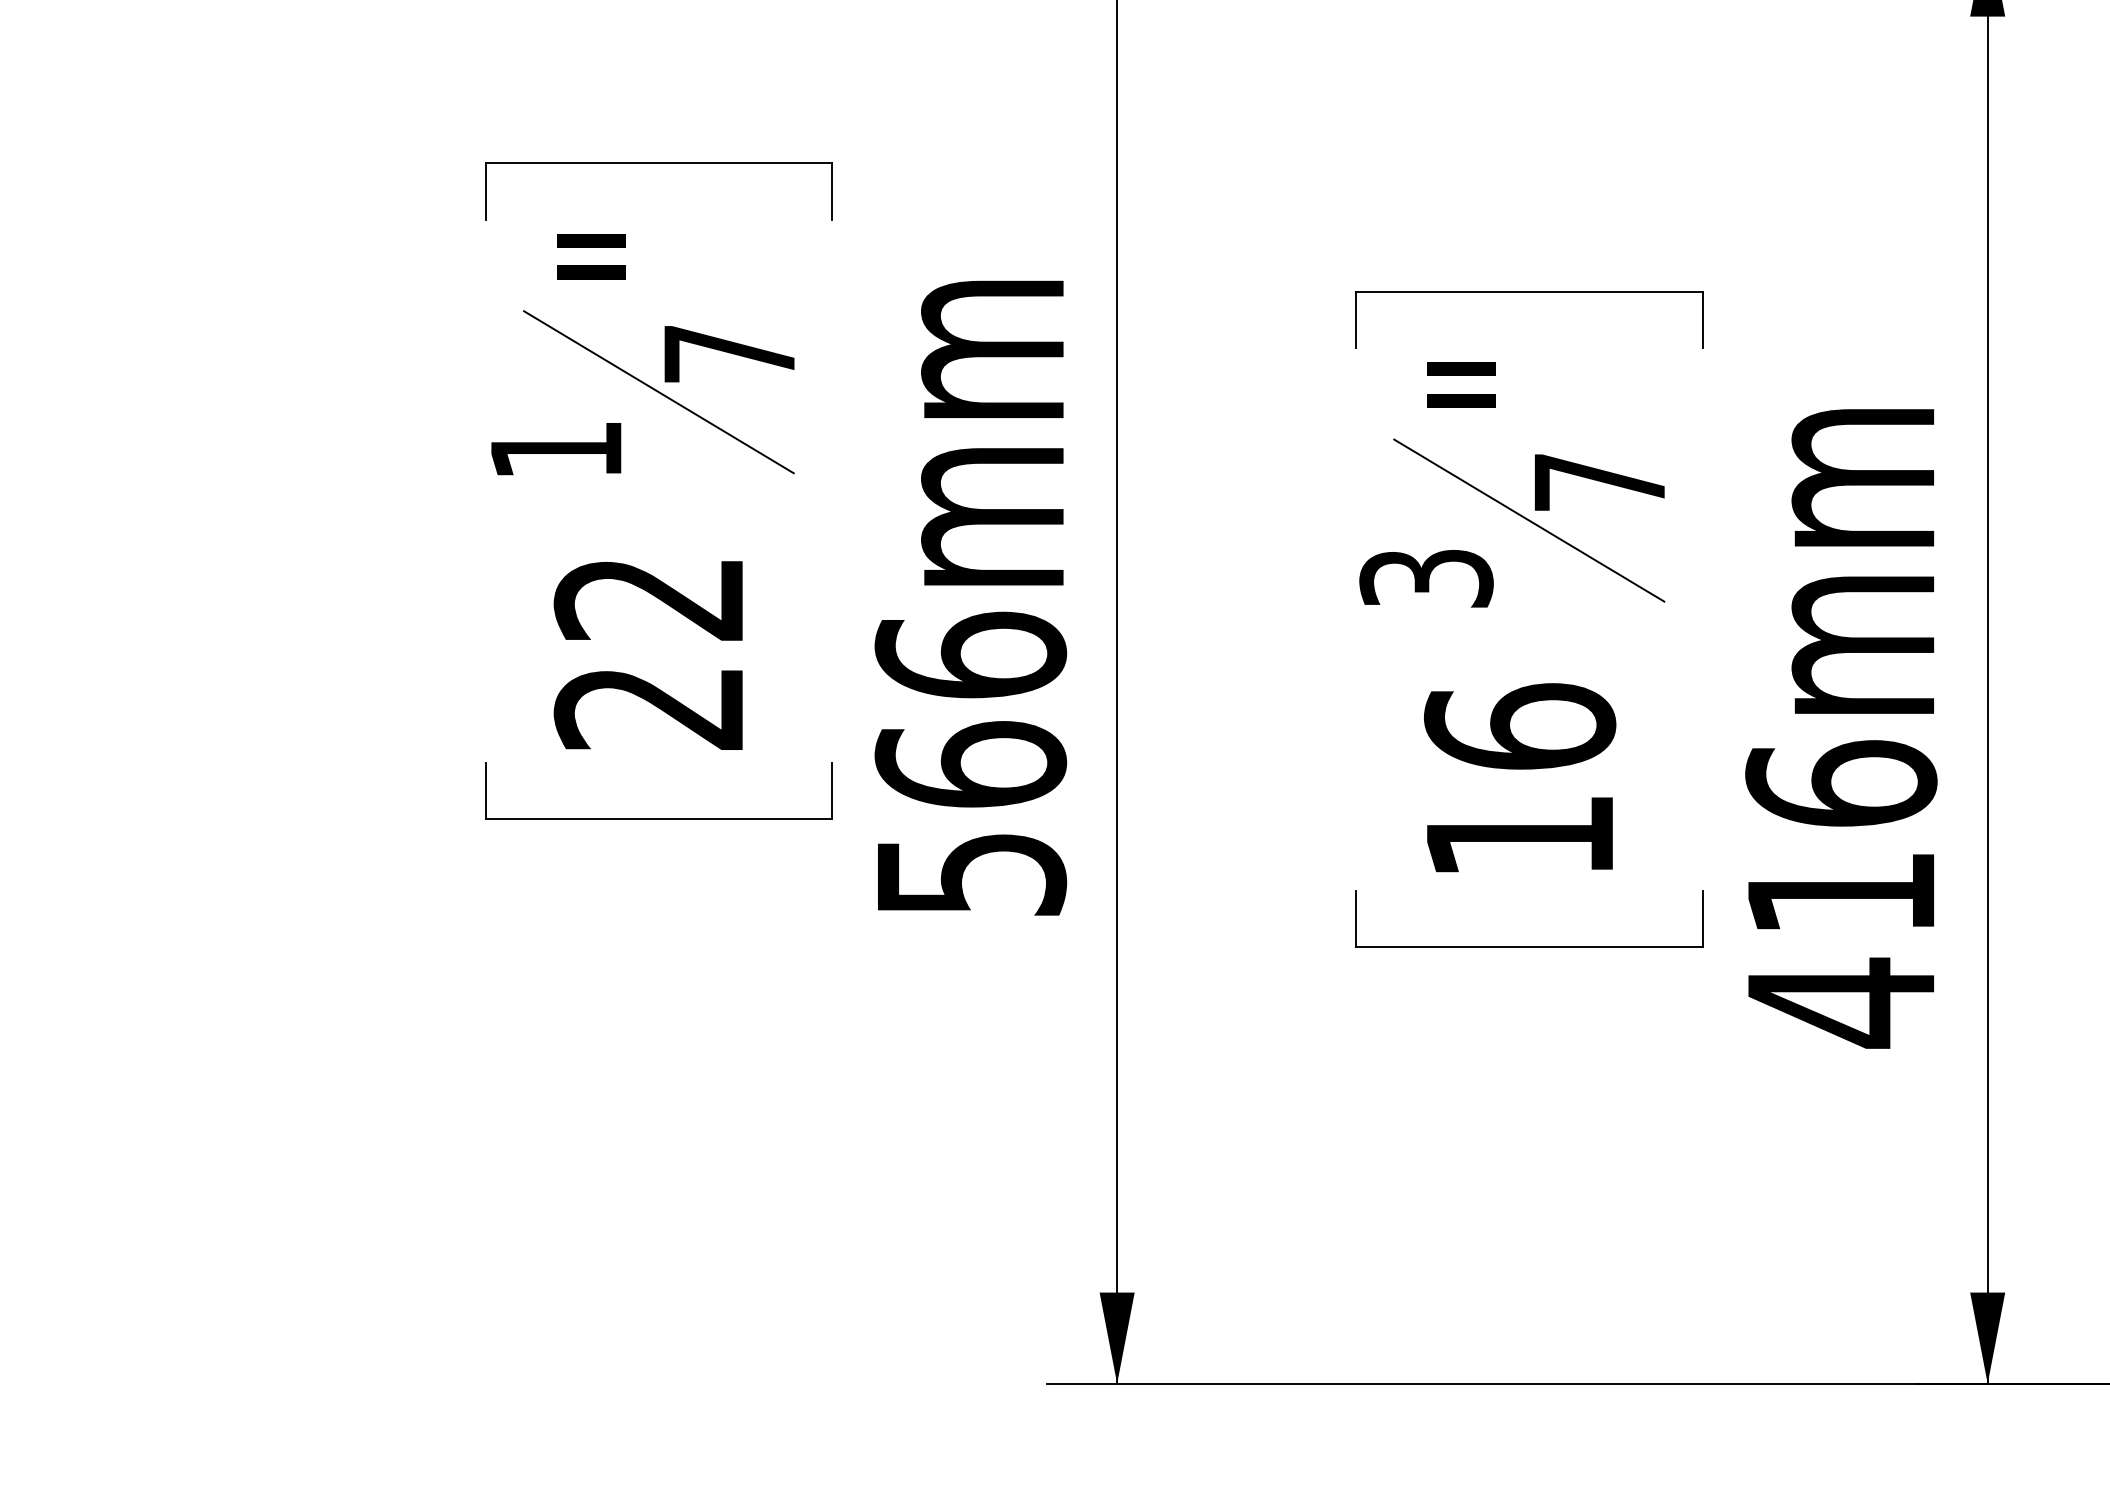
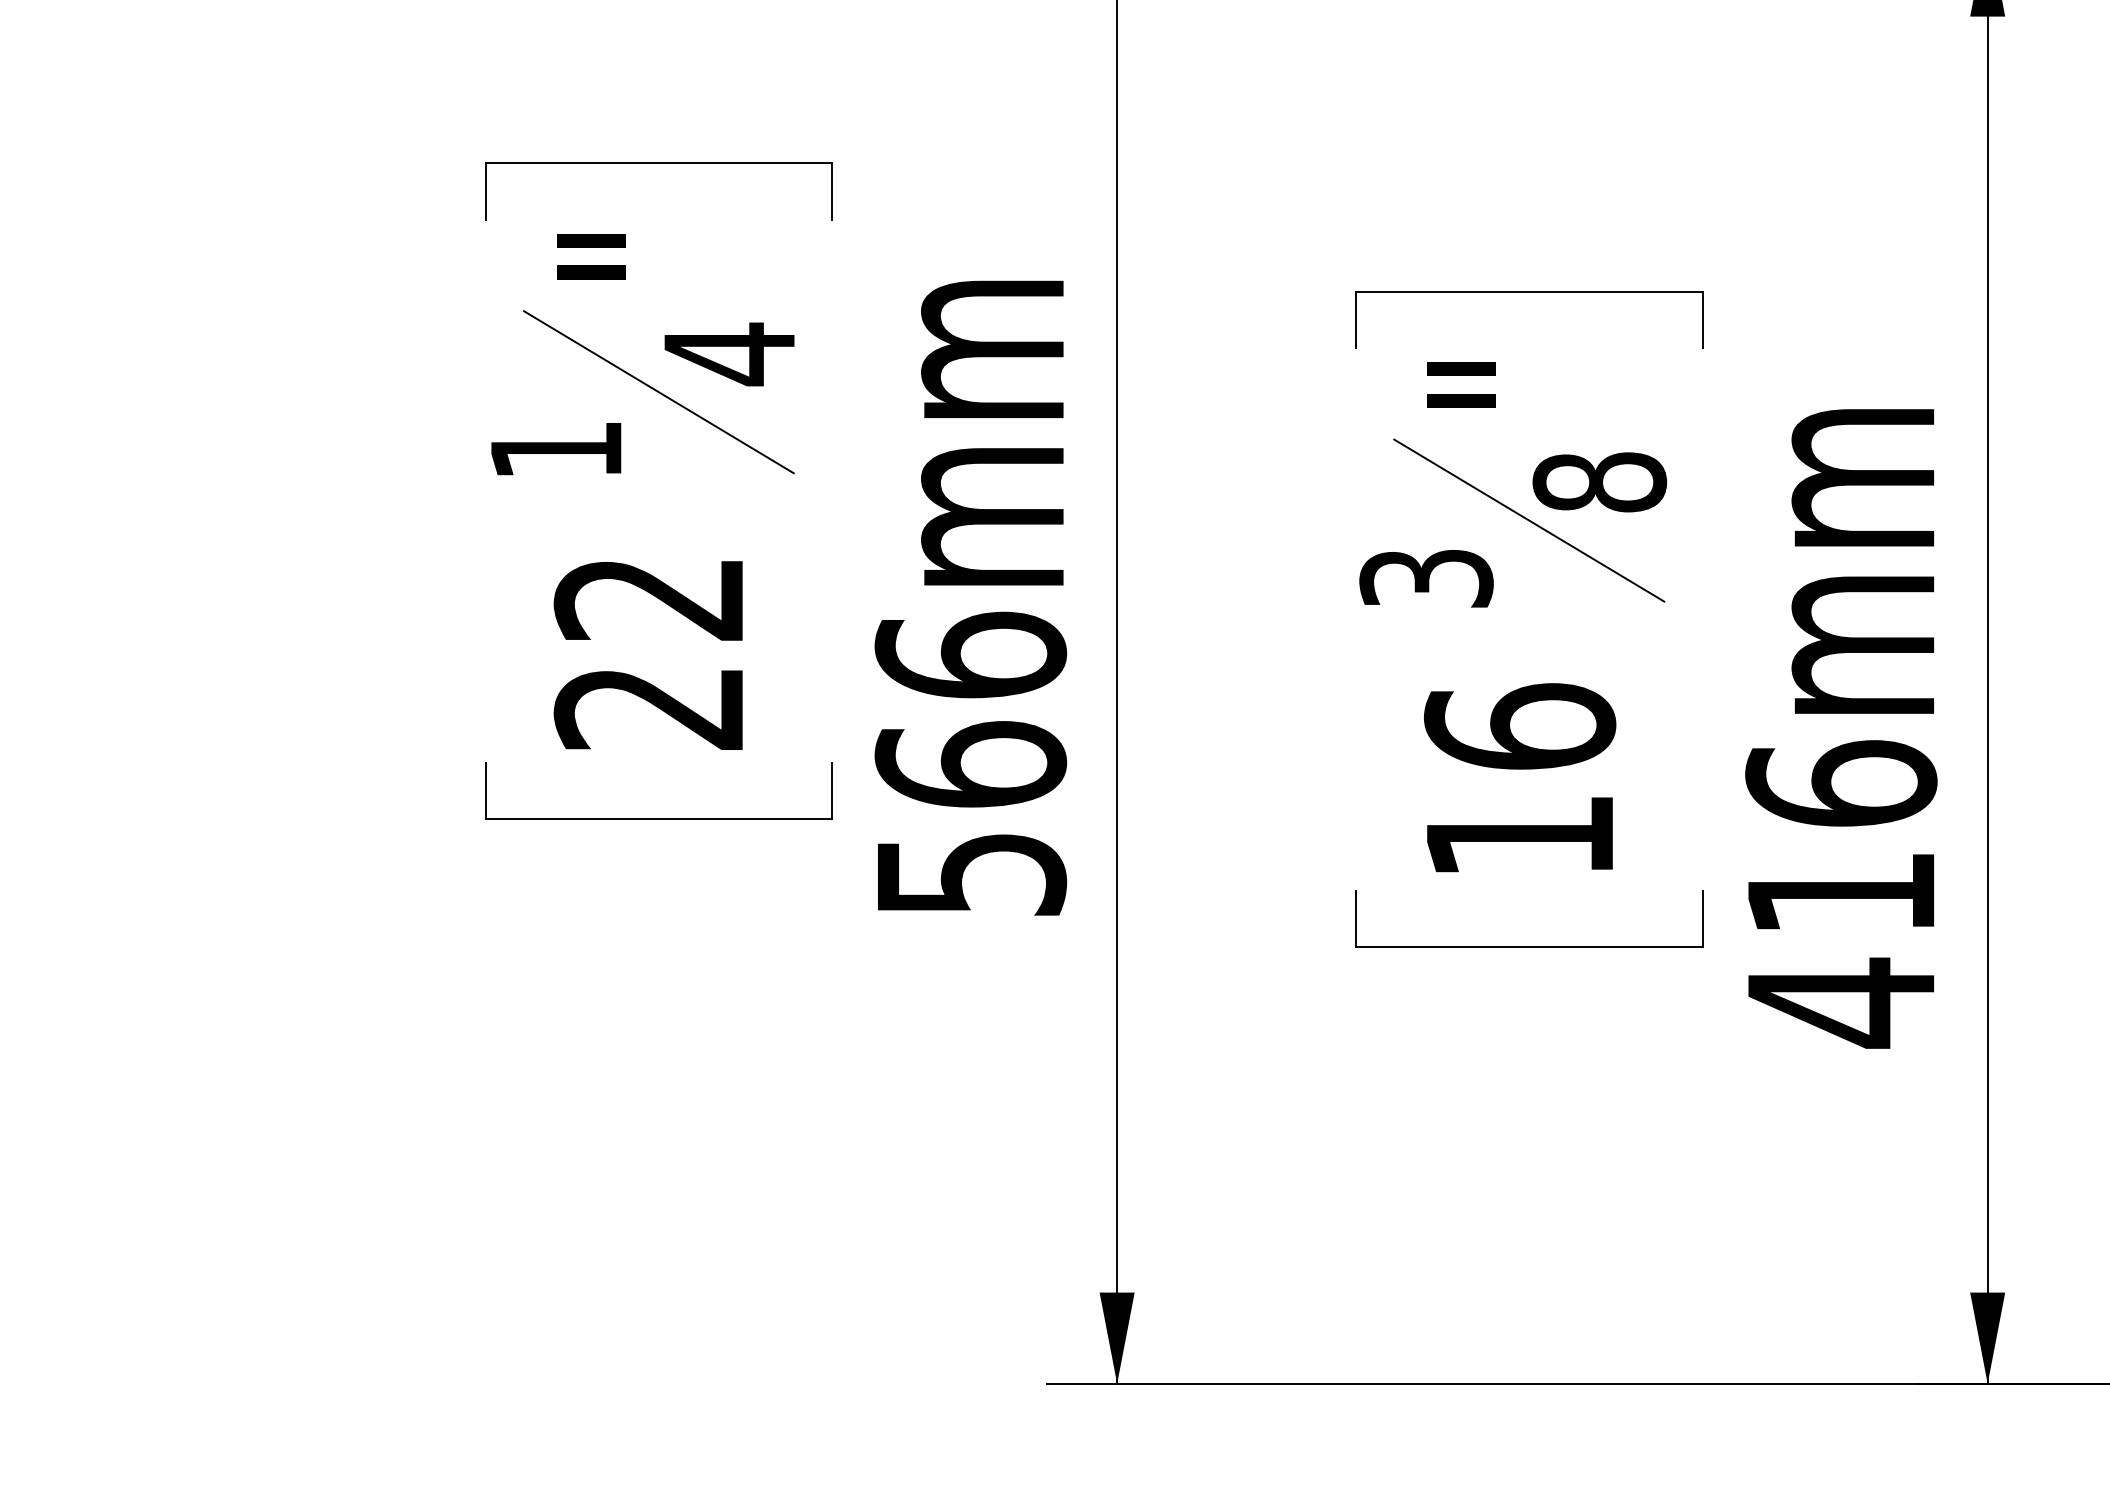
text at (729, 354): 7 -> 4
text at (1599, 482): 7 -> 8
